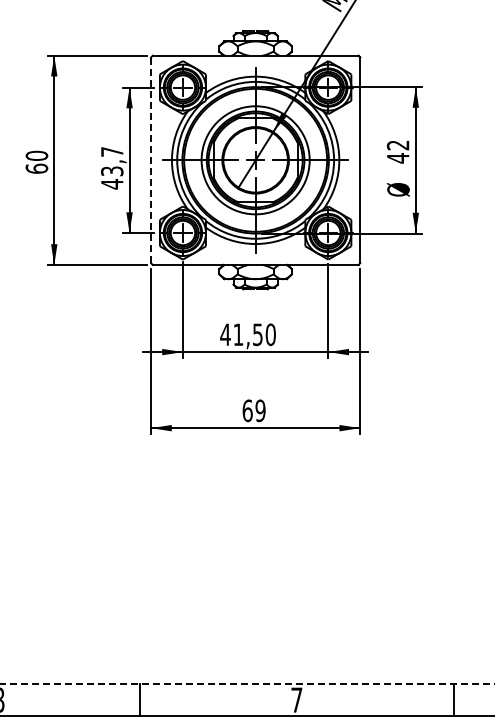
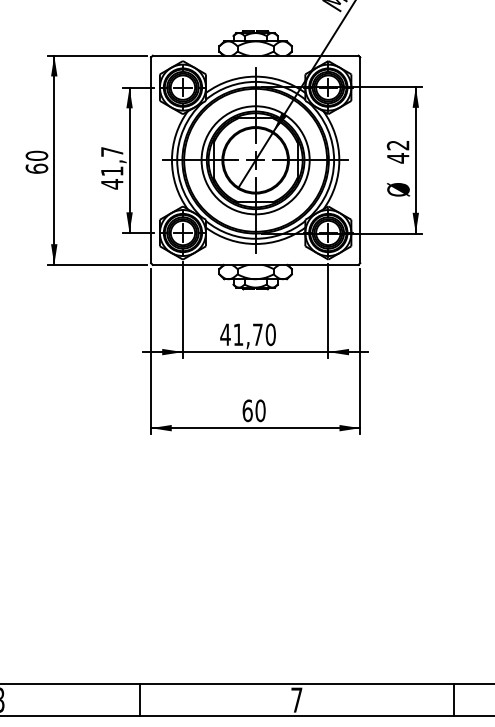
line at (151, 160): dashed -> solid
text at (112, 171): 43,7 -> 41,7
text at (257, 334): 41,50 -> 41,70
text at (260, 410): 69 -> 60
line at (247, 684): dashed -> solid
